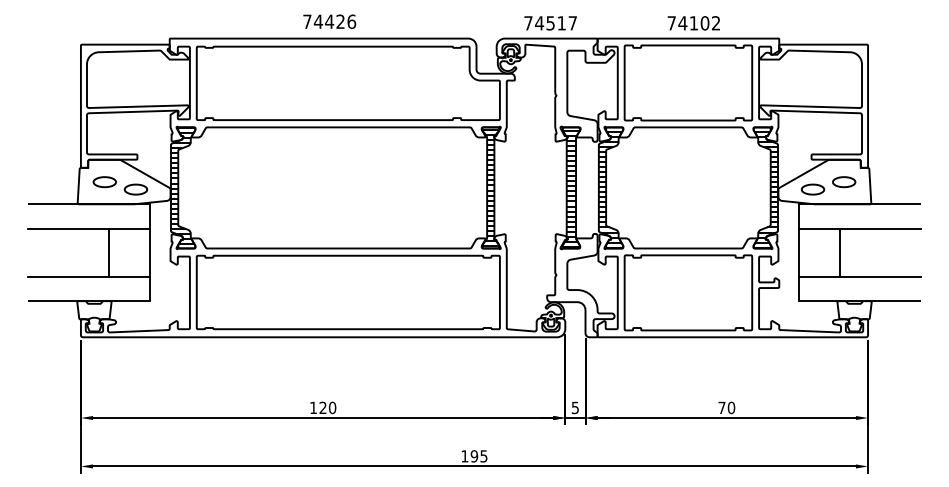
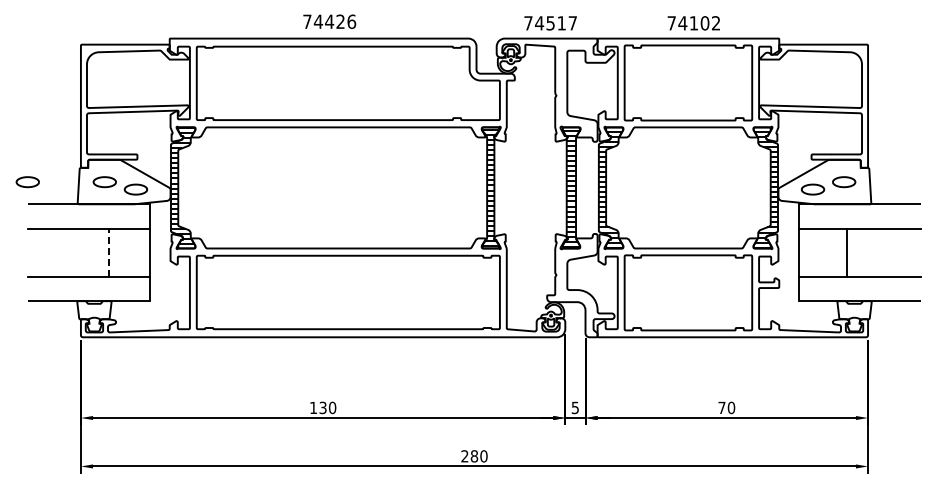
part at (27, 182): none -> present
line at (109, 252): solid -> dashed
line at (839, 252) position: (839, 252) -> (846, 252)
text at (322, 408): 120 -> 130
text at (474, 456): 195 -> 280
